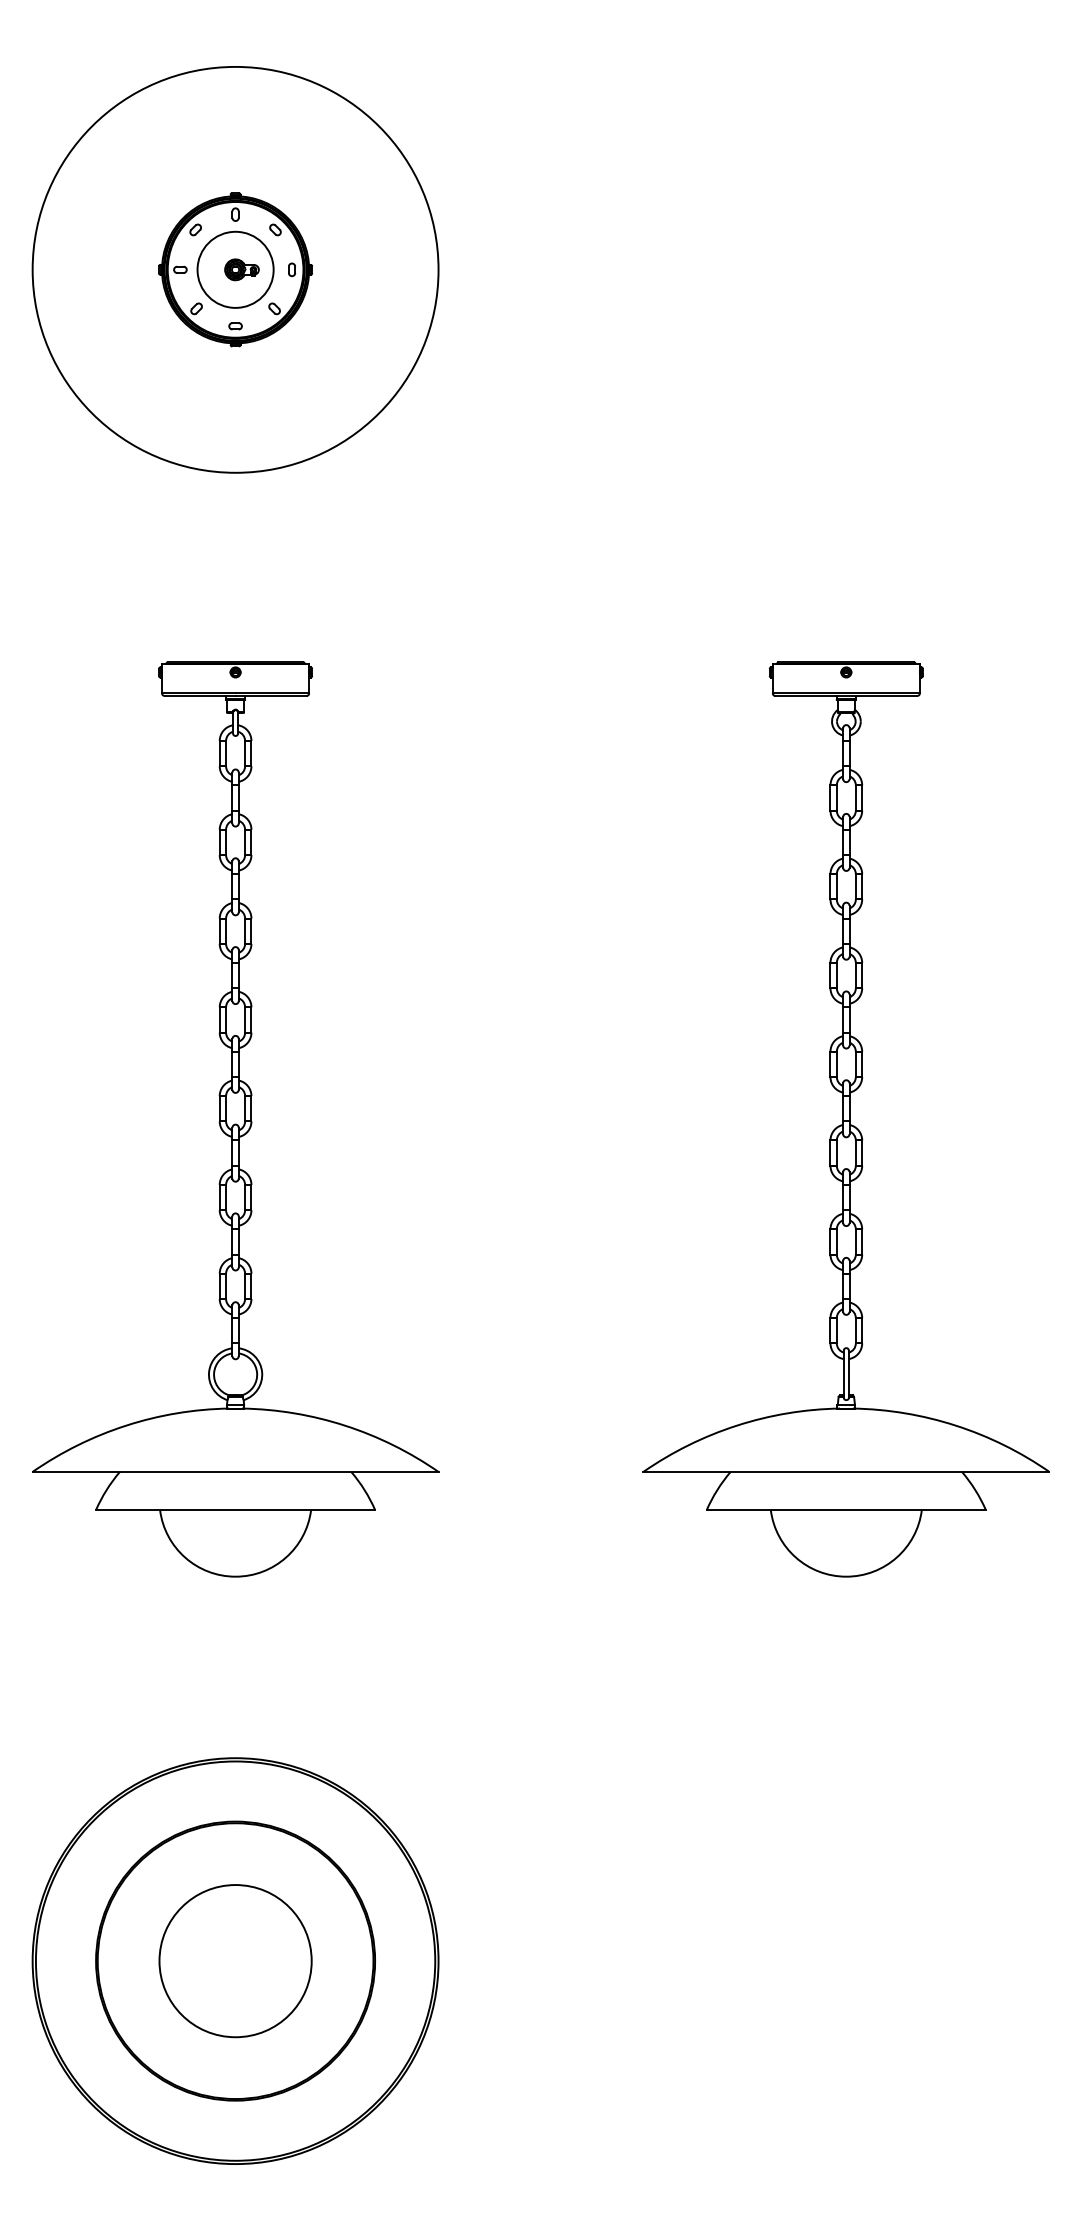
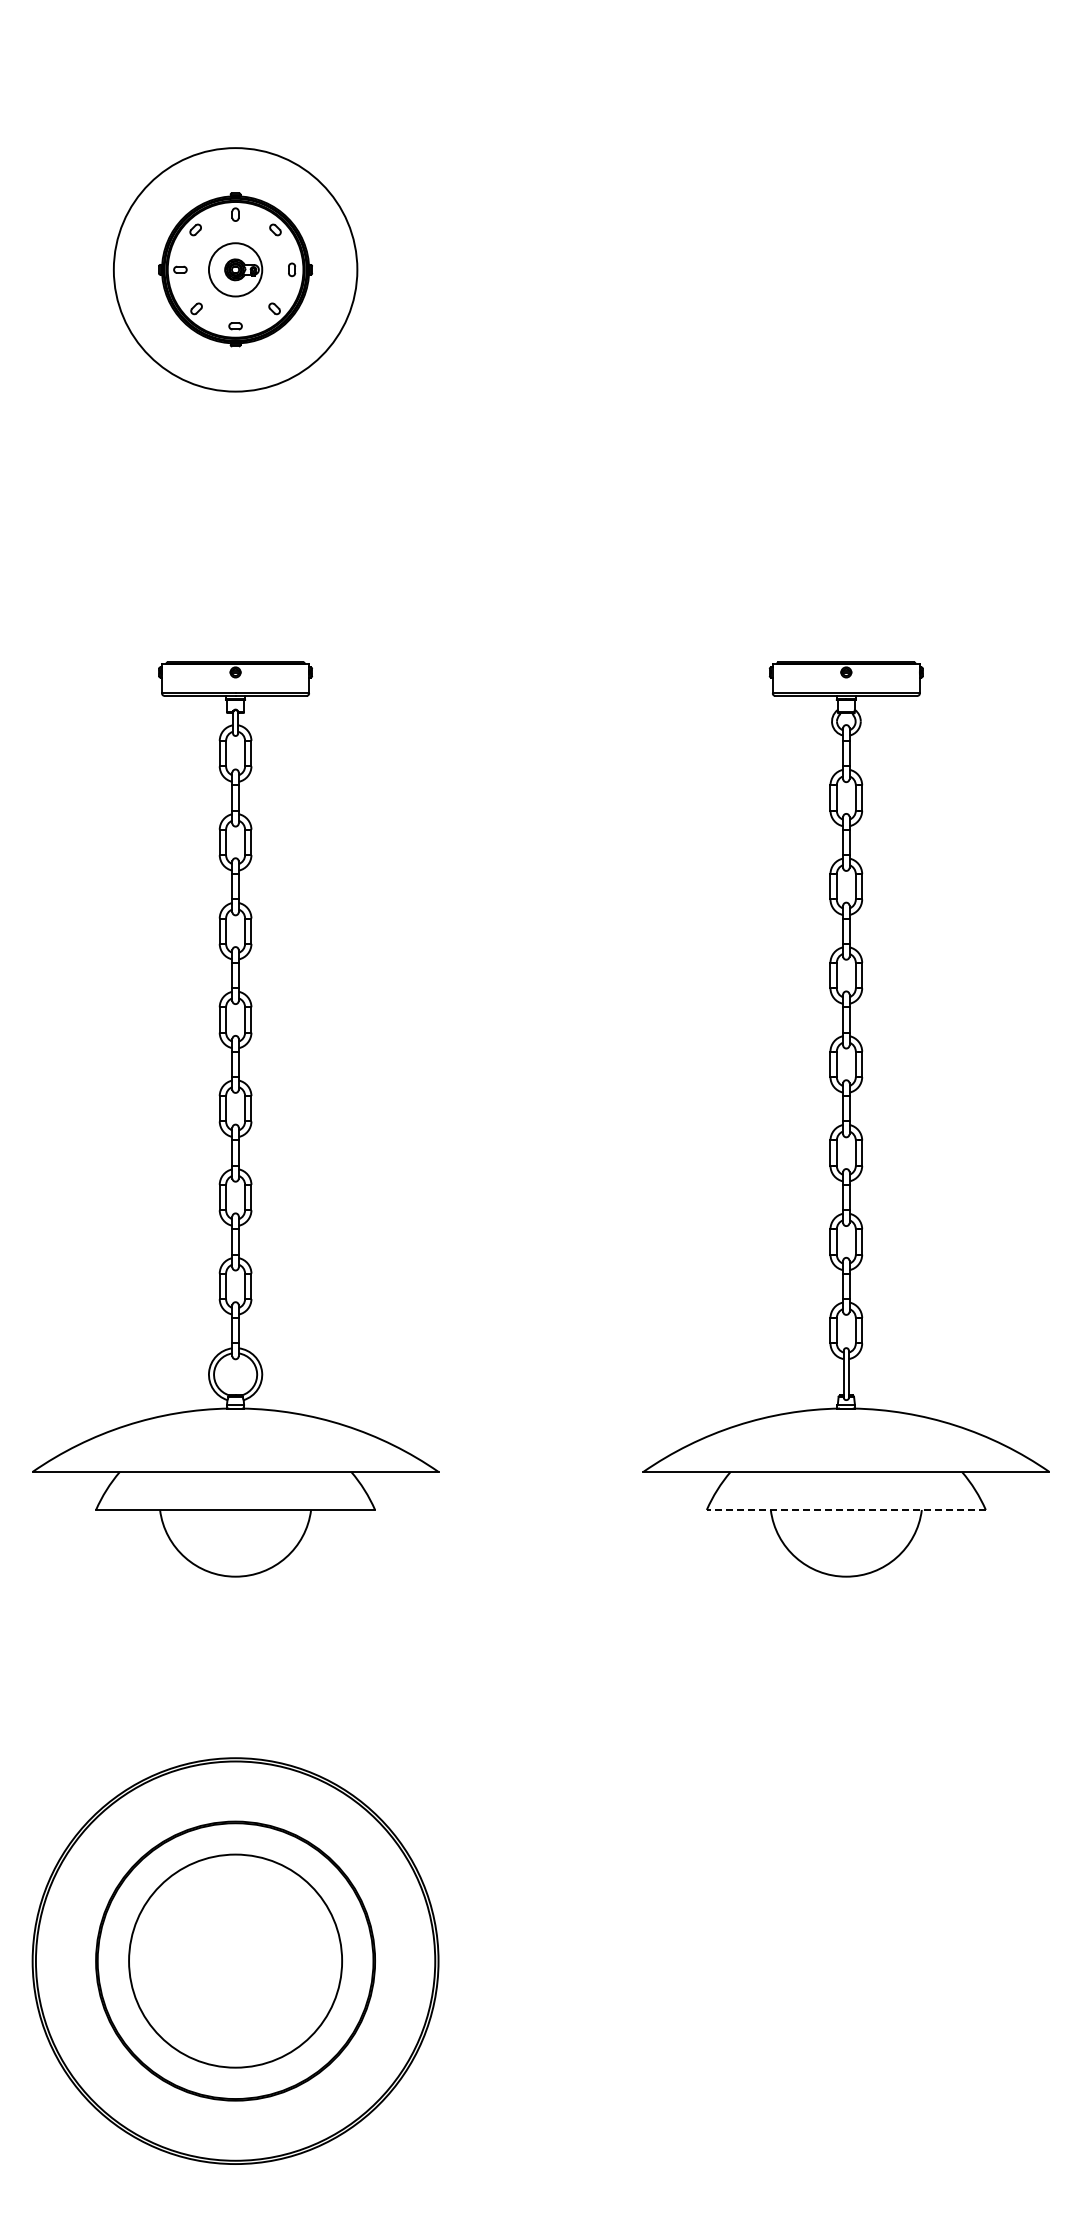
circle at (235, 269) diameter: 406 px -> 244 px
circle at (235, 269) diameter: 76 px -> 53 px
line at (846, 1509): solid -> dashed
circle at (235, 1961) diameter: 152 px -> 213 px
